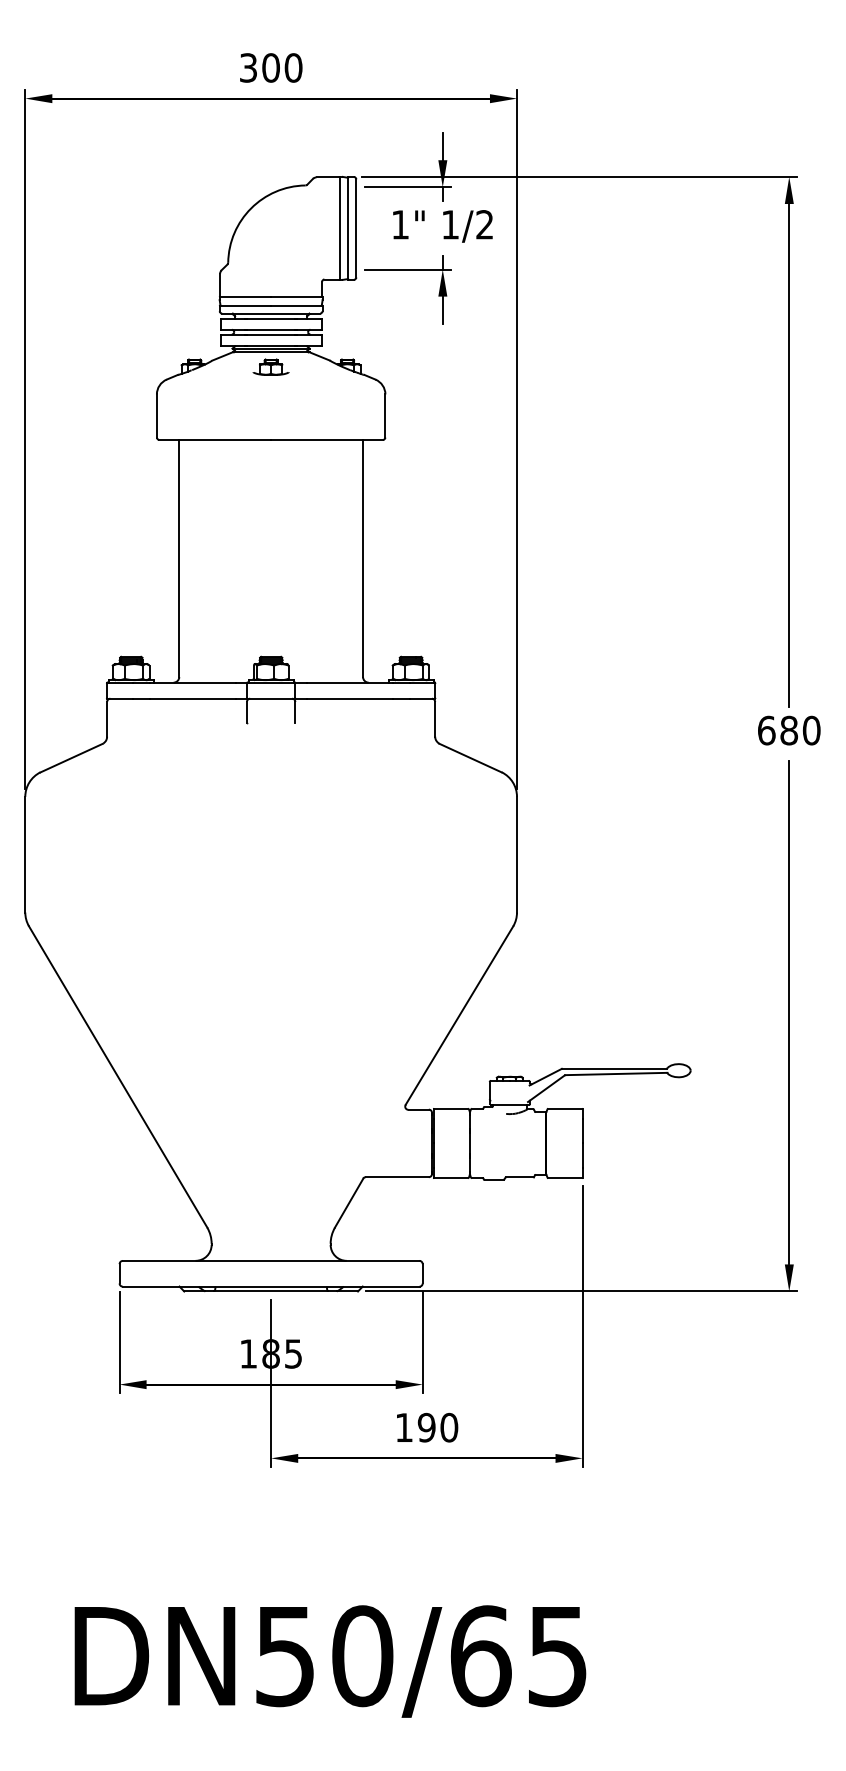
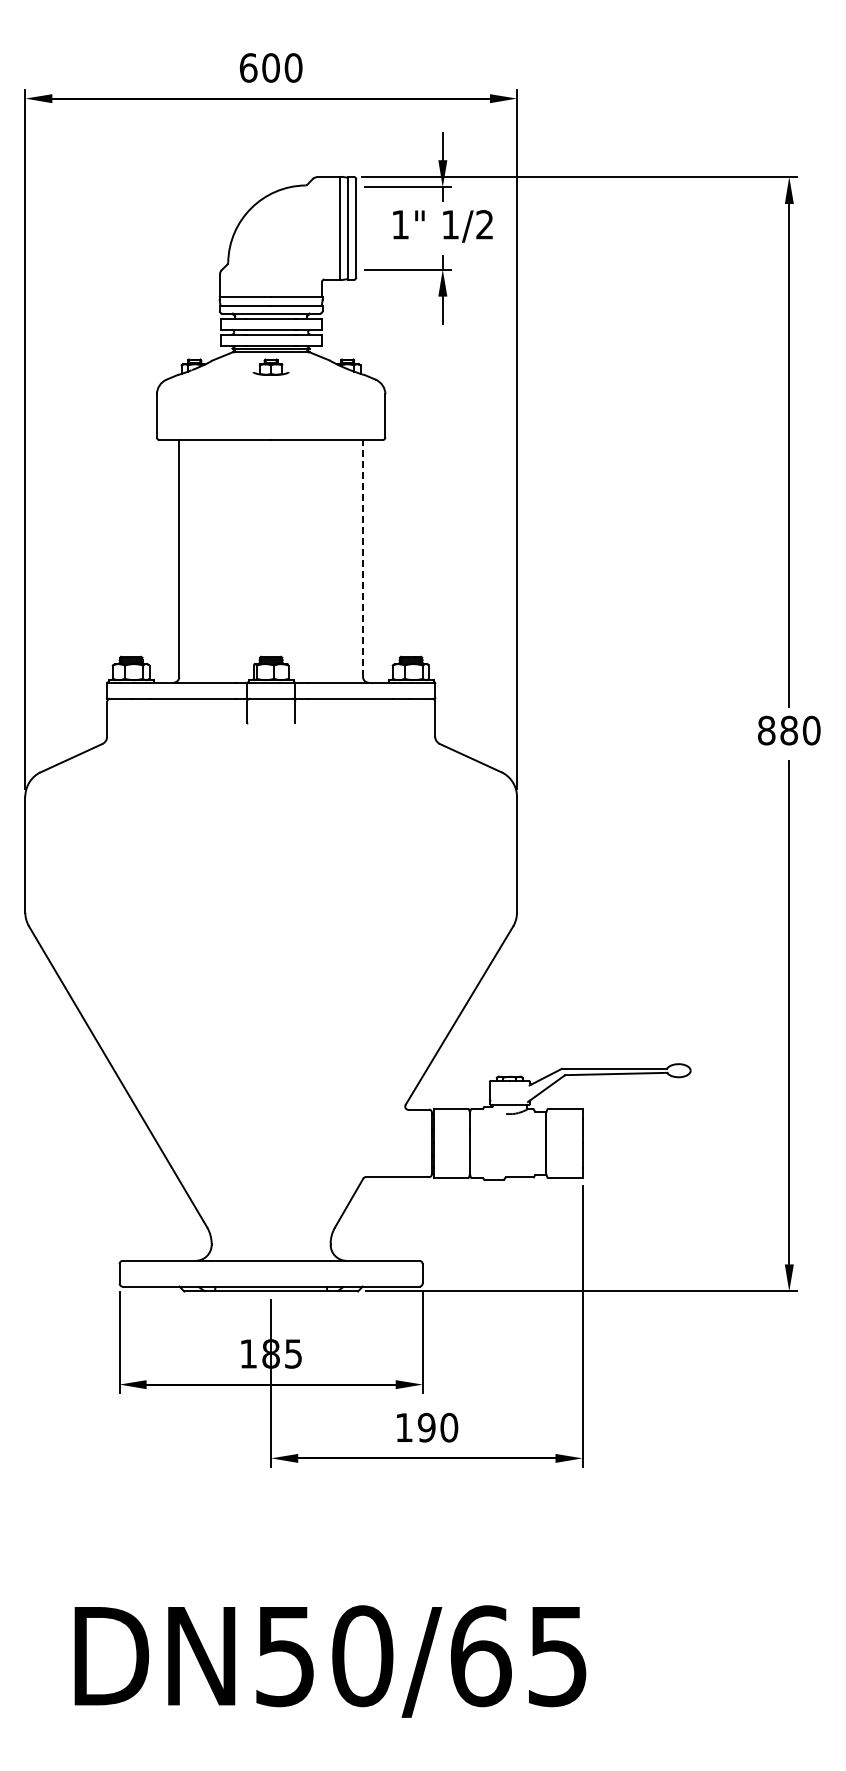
text at (248, 67): 300 -> 600
line at (363, 558): solid -> dashed
text at (766, 730): 680 -> 880
